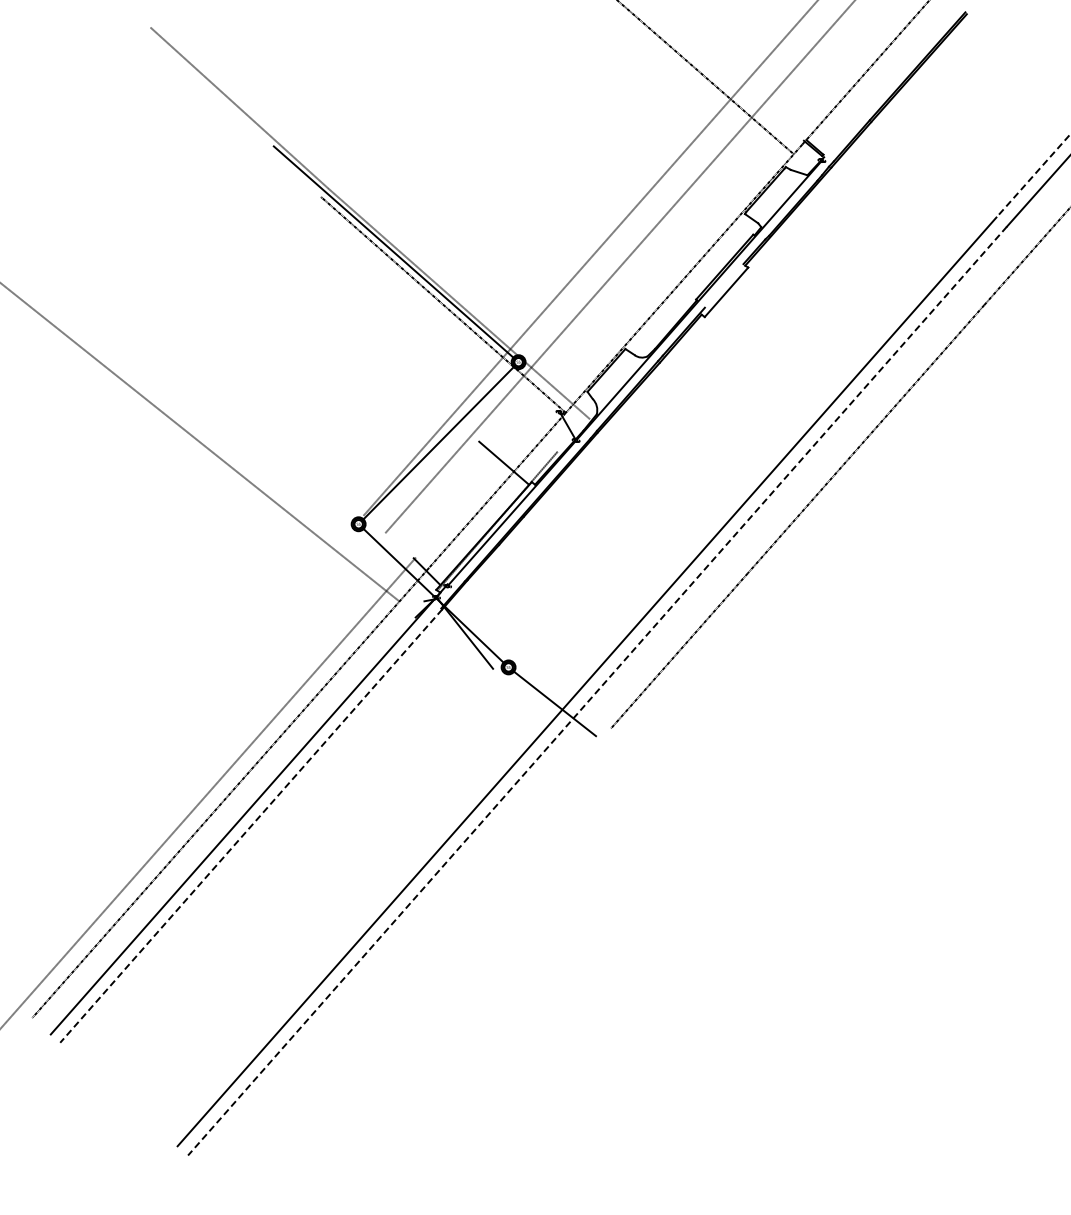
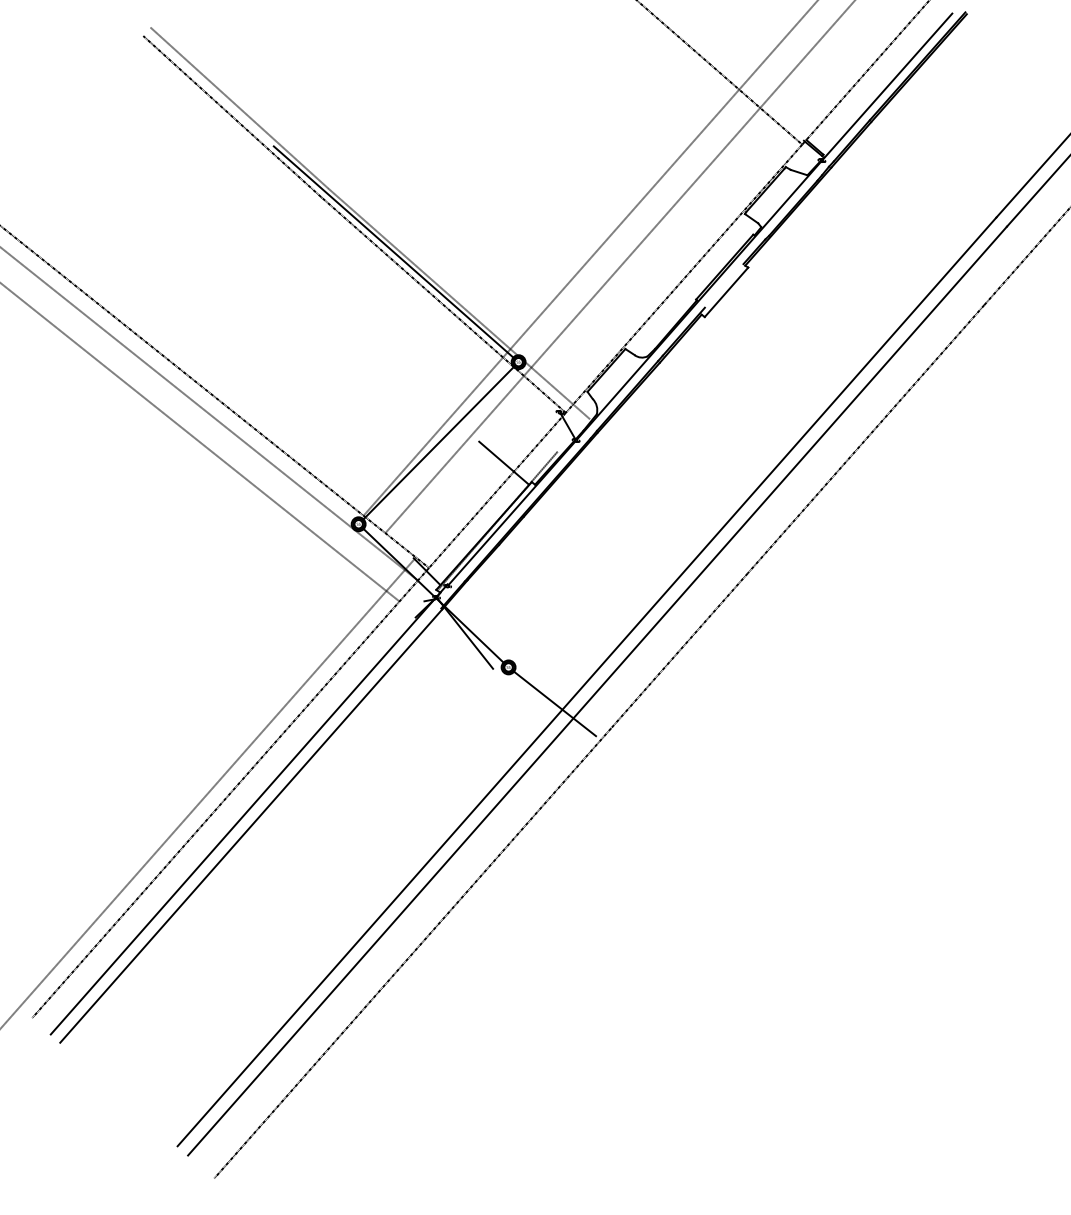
line at (706, 78) position: (706, 78) -> (720, 73)
line at (887, 86): none -> present
line at (232, 116): none -> present
line at (1033, 175): dashed -> solid
line at (215, 397): none -> present
line at (209, 414): none -> present
line at (597, 691): dashed -> solid
line at (251, 826): dashed -> solid
line at (412, 953): none -> present
